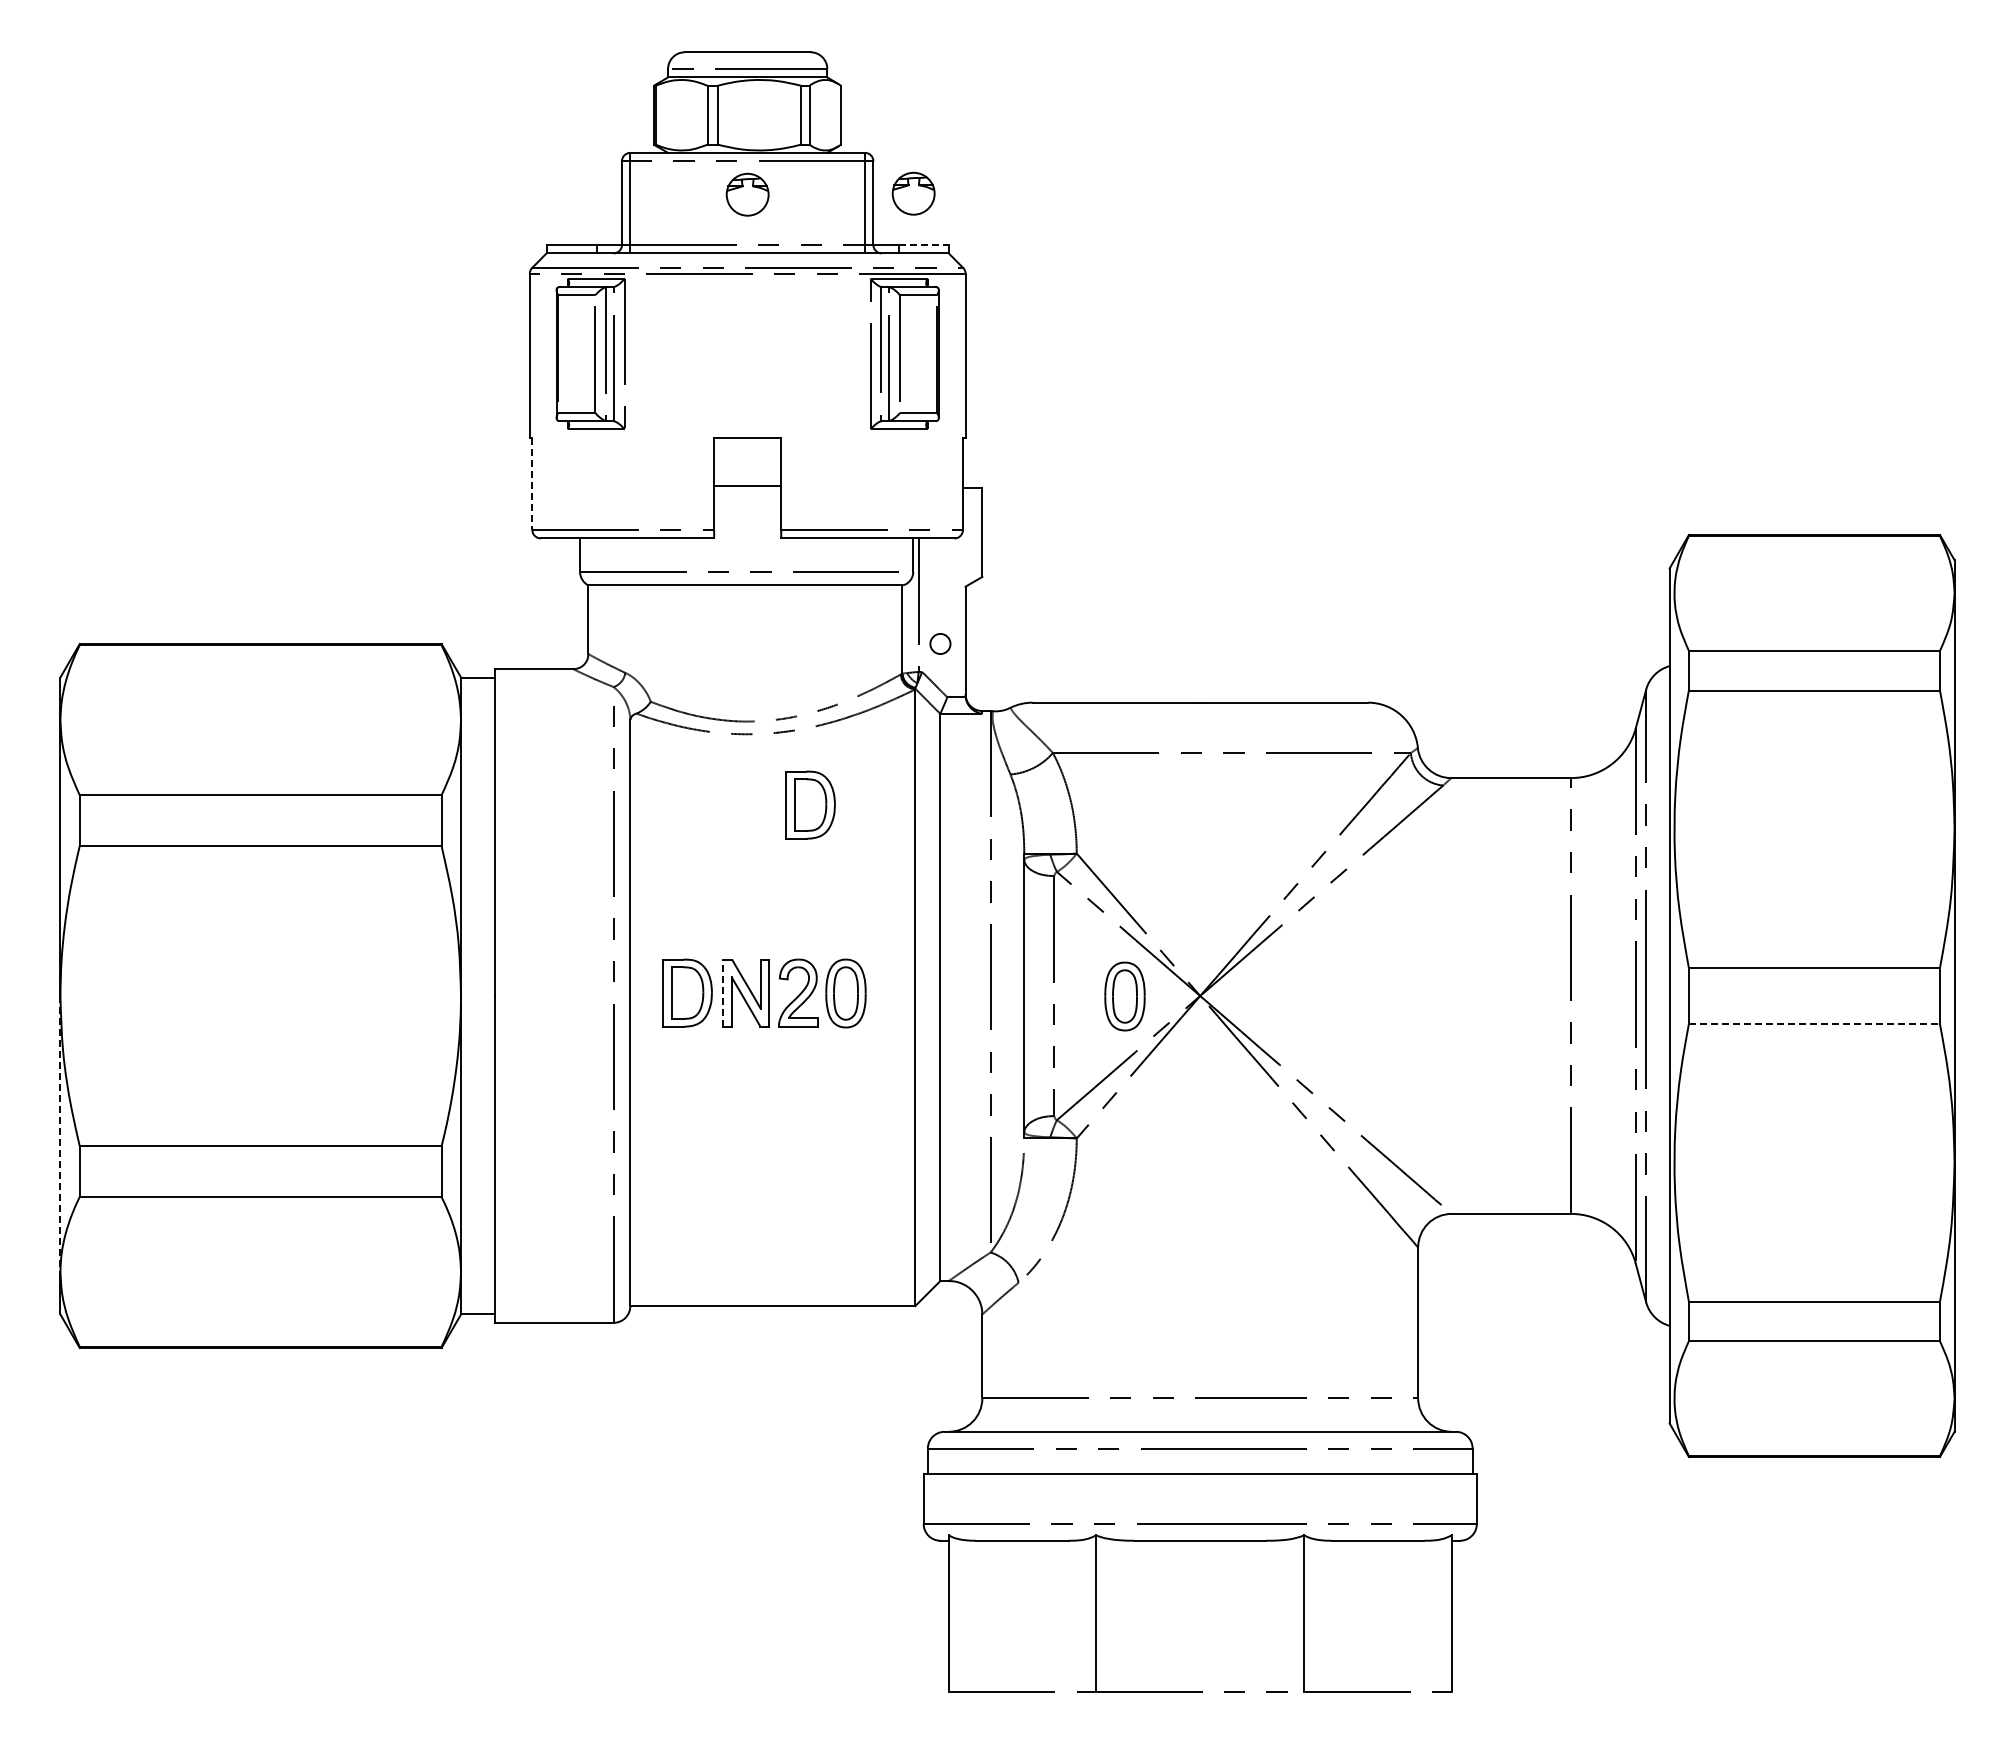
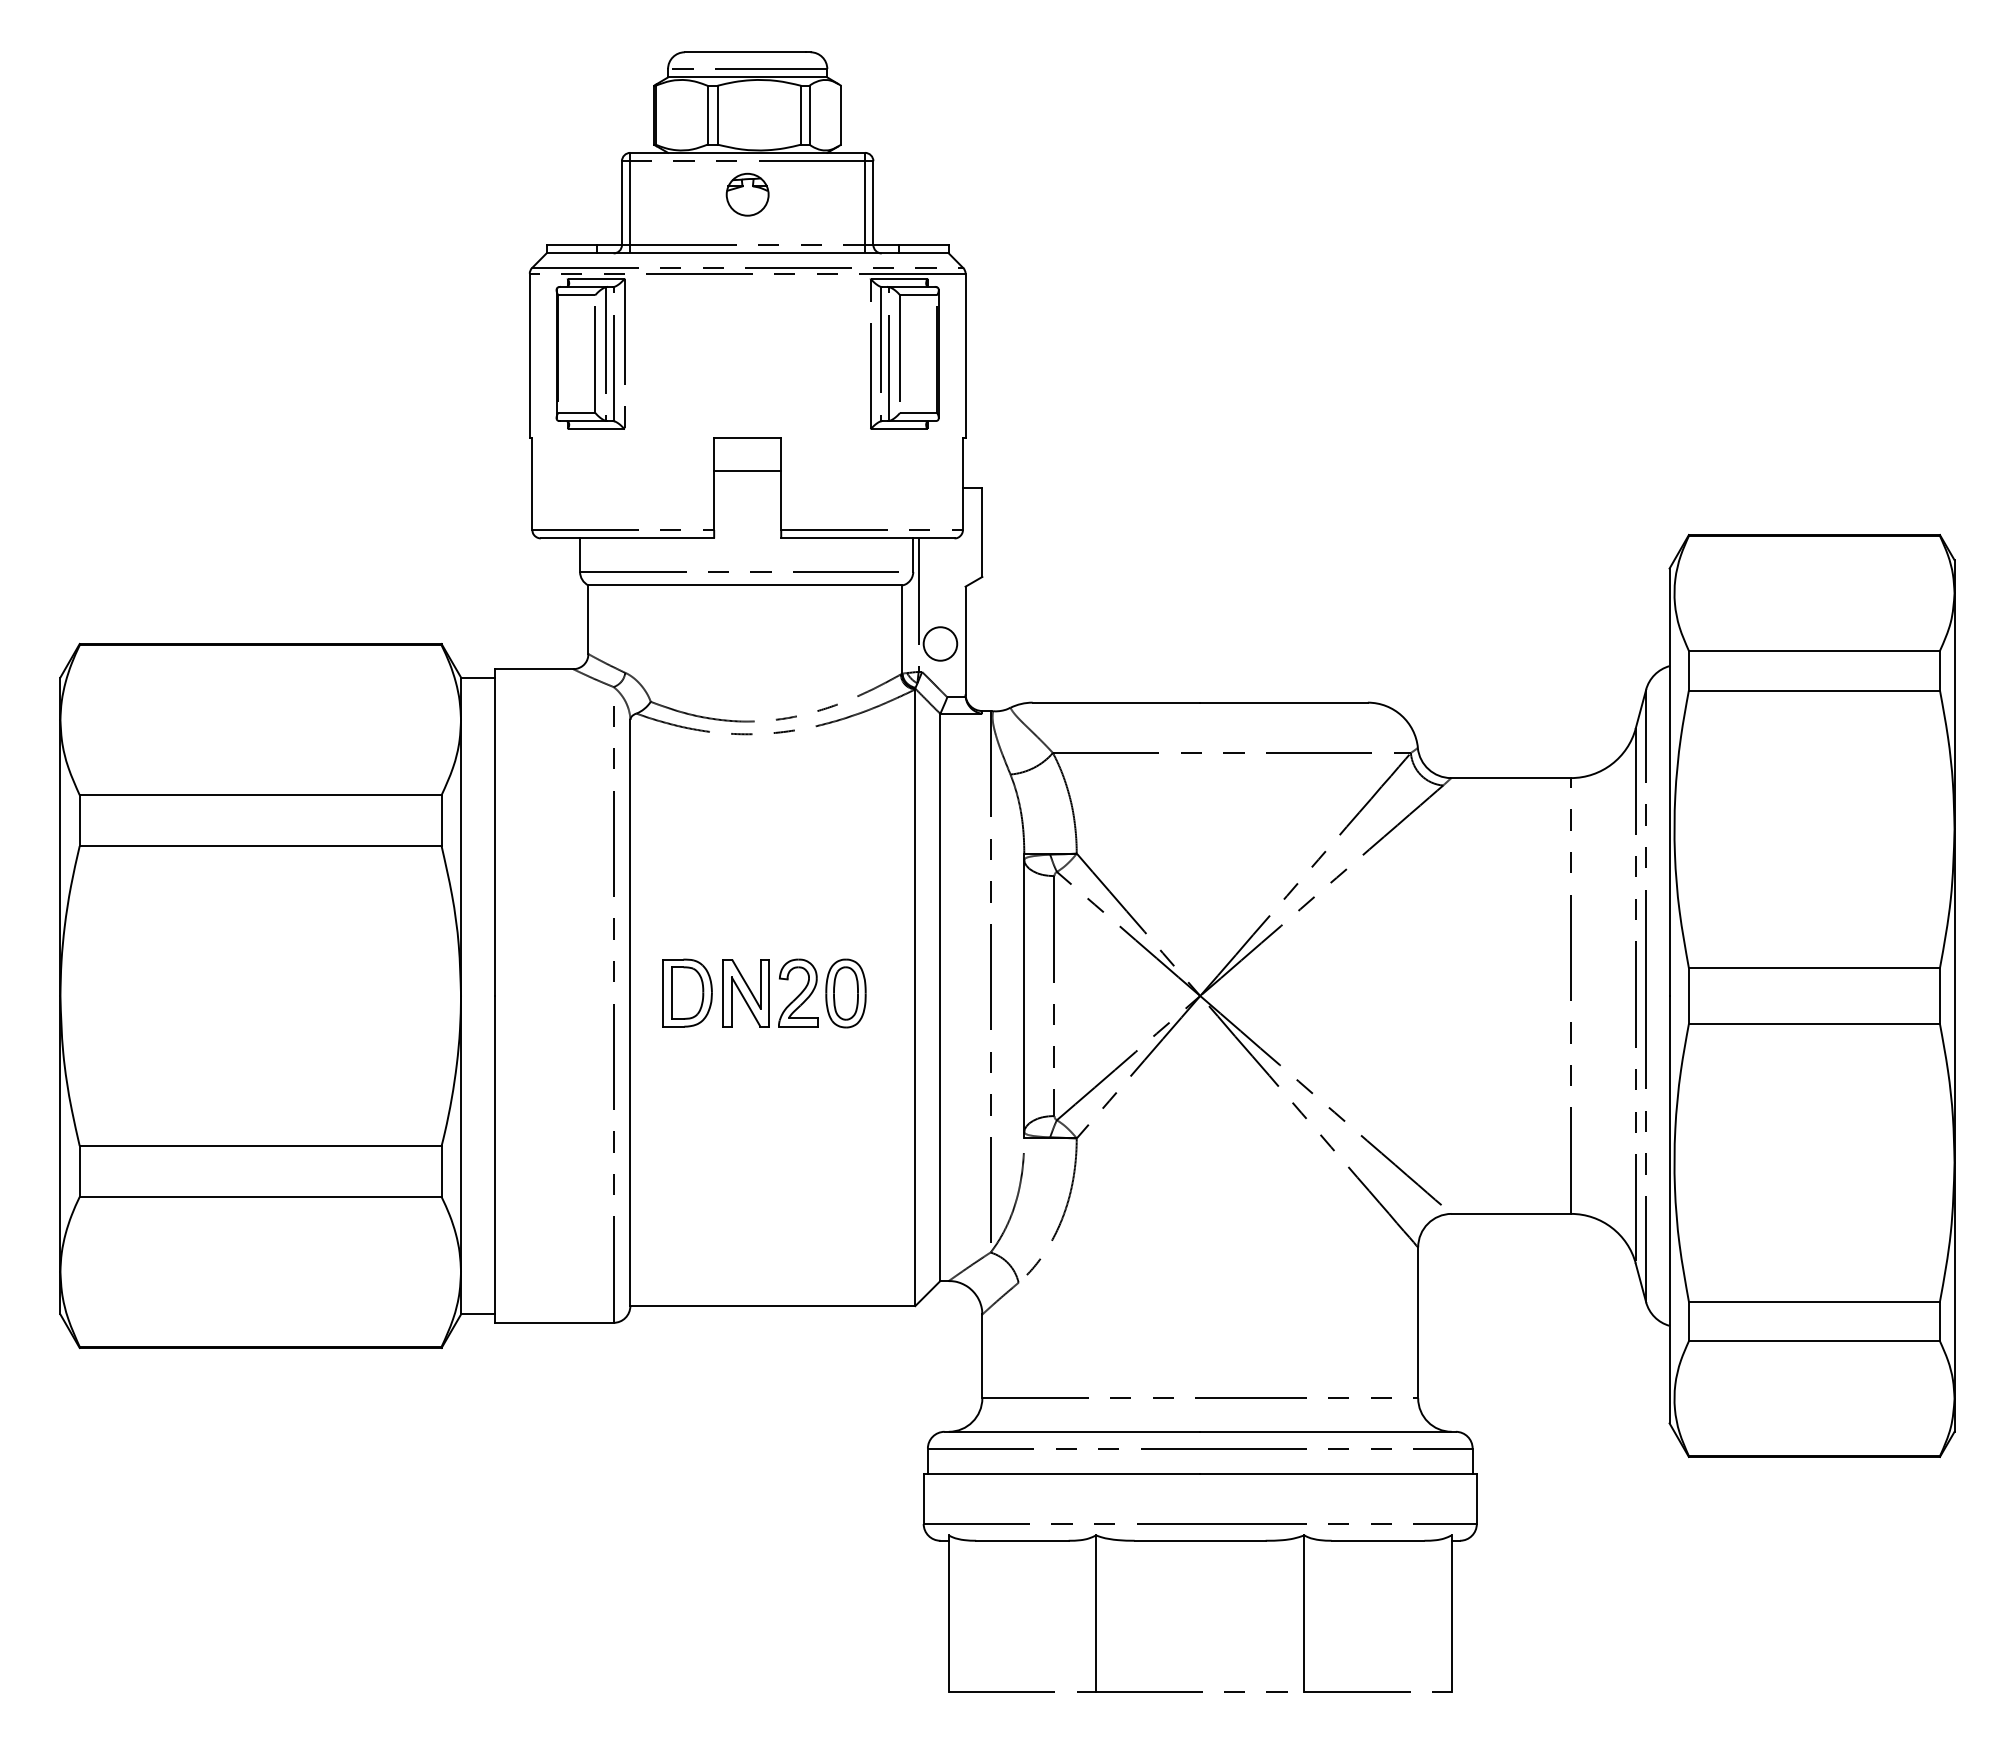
part at (913, 193): present -> none
line at (924, 245): dashed -> solid
line at (532, 484): dashed -> solid
line at (747, 486) position: (747, 486) -> (747, 471)
circle at (940, 643) diameter: 20 px -> 34 px
part at (810, 804): present -> none
line at (723, 993): dashed -> solid
part at (1124, 996): present -> none
line at (1814, 1024): dashed -> solid
line at (60, 1133): dashed -> solid
